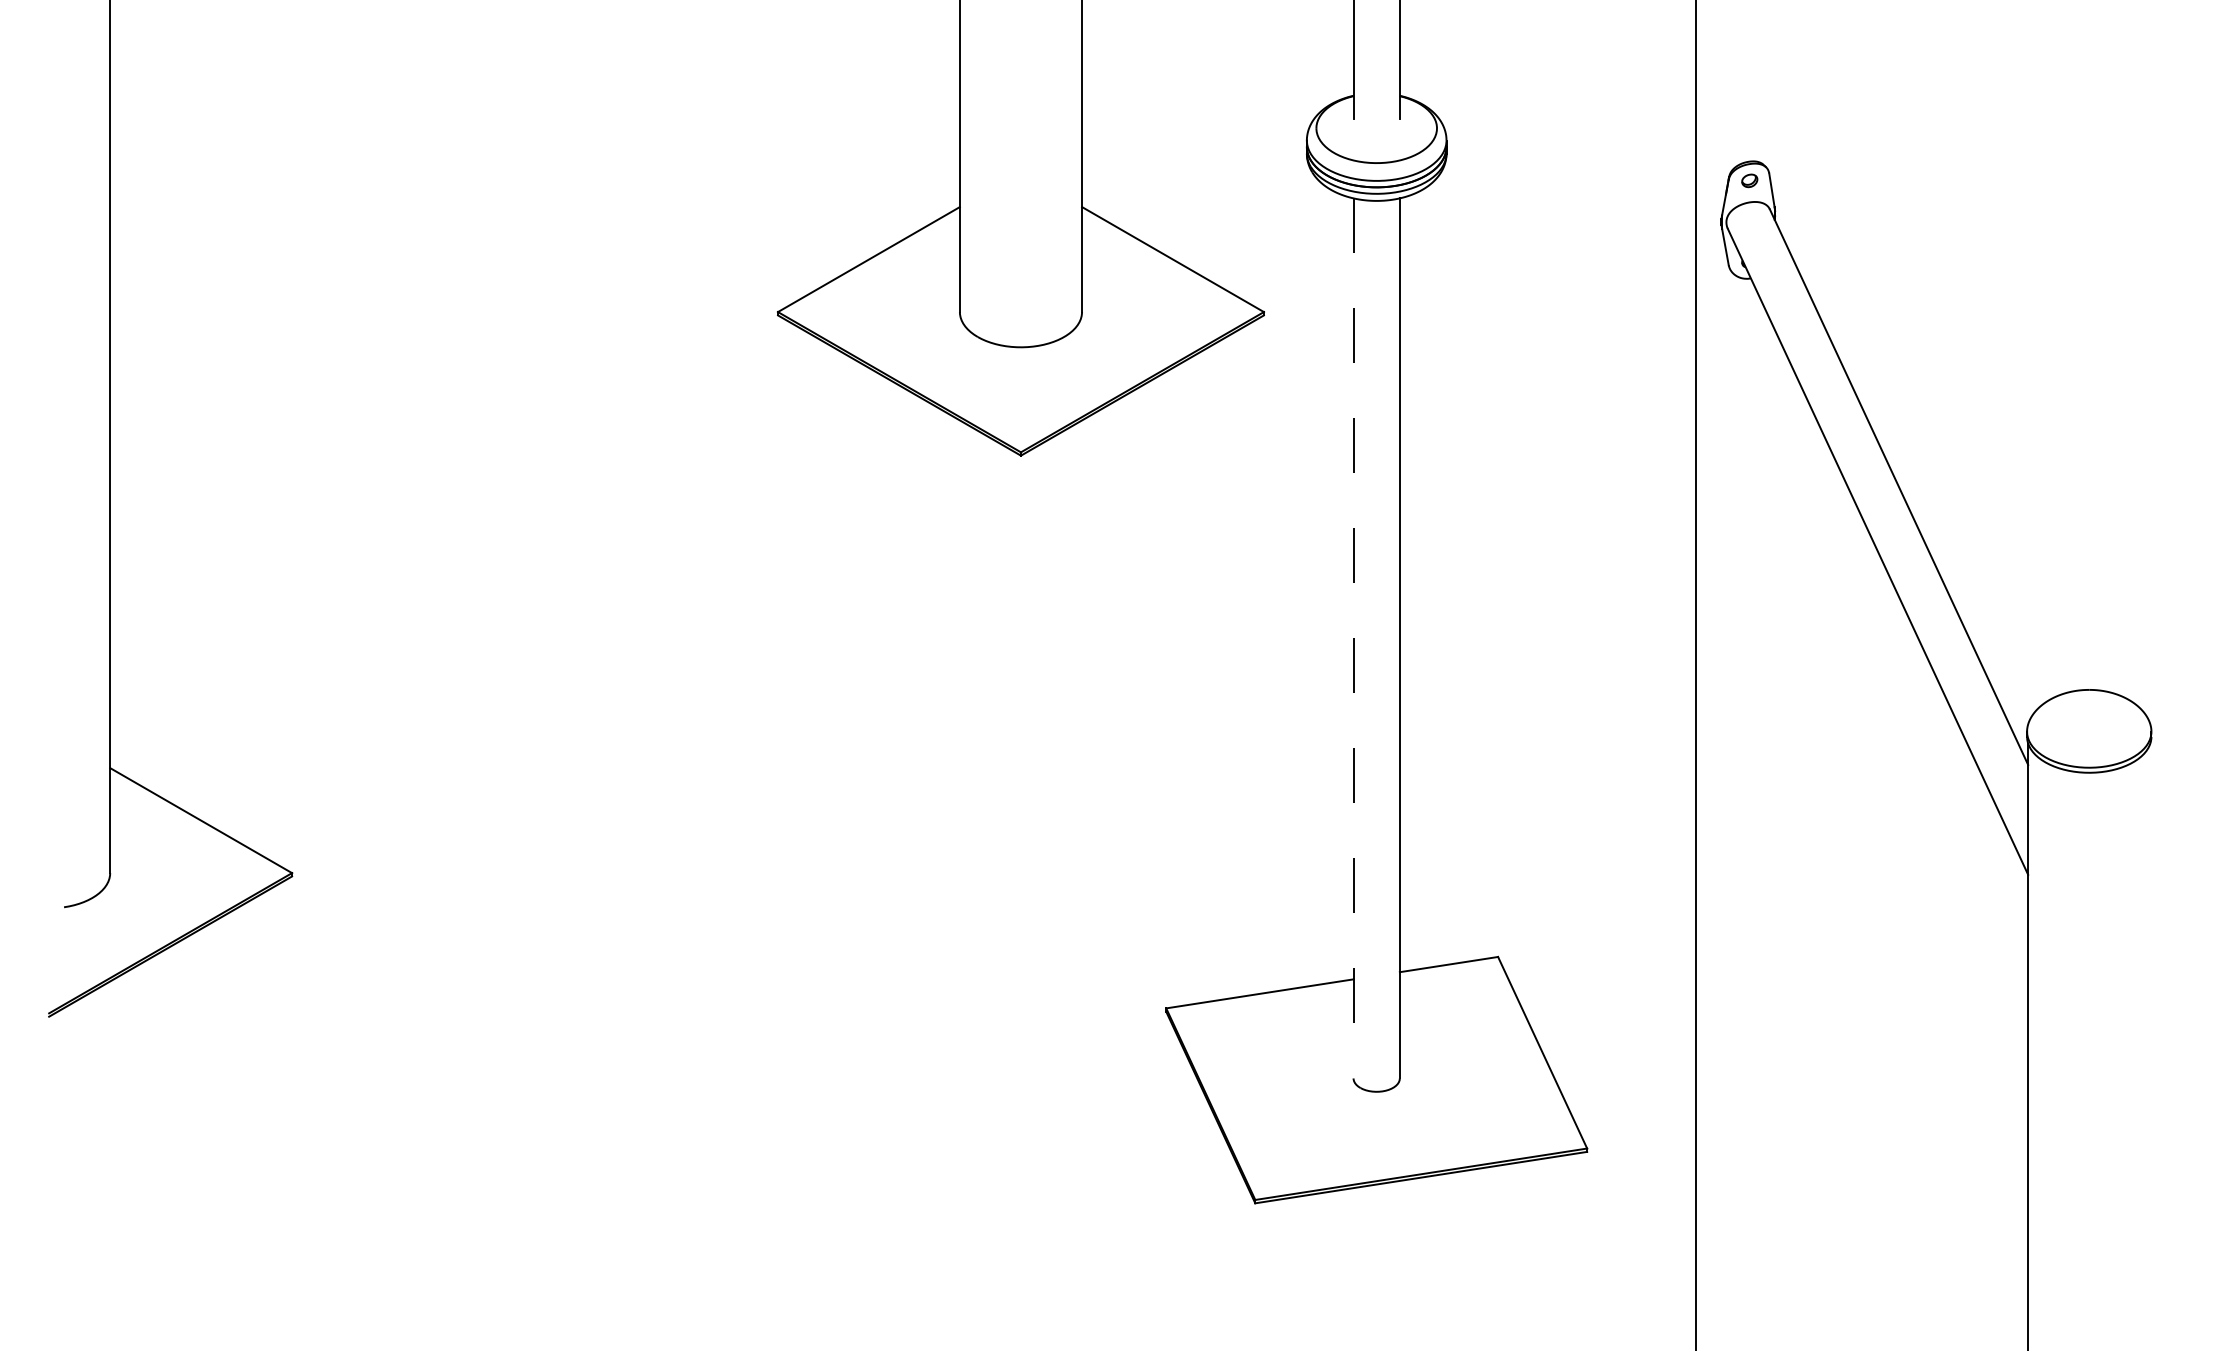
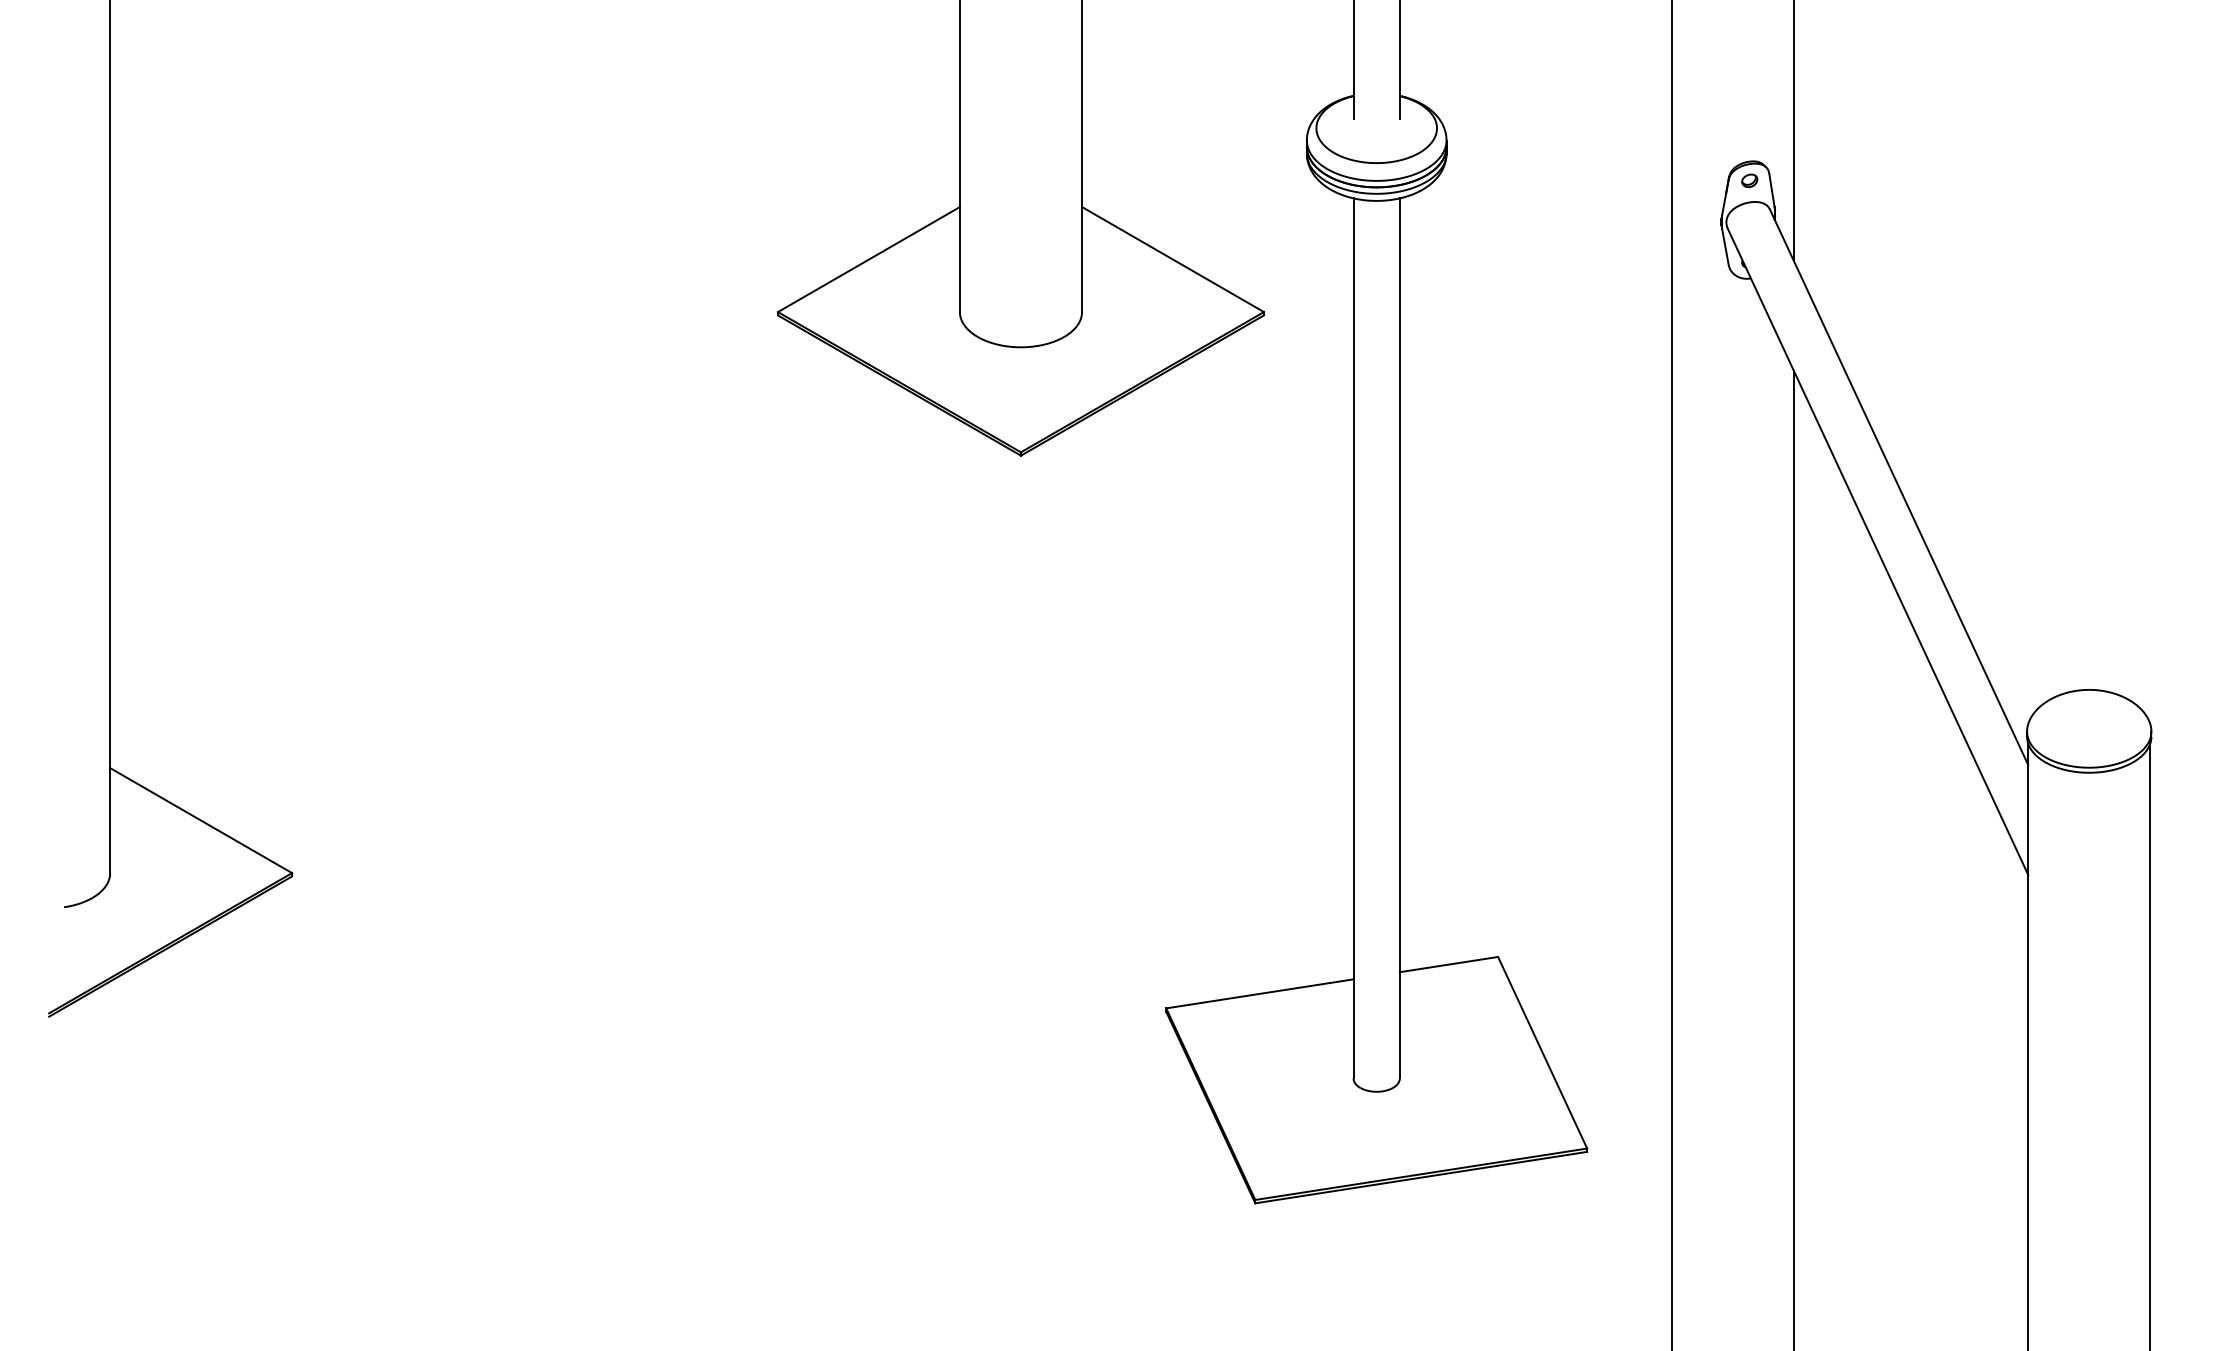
line at (1794, 131): none -> present
line at (1353, 638): dashed -> solid
line at (1695, 674) position: (1695, 674) -> (1671, 674)
line at (1794, 859): none -> present
line at (2150, 1045): none -> present
